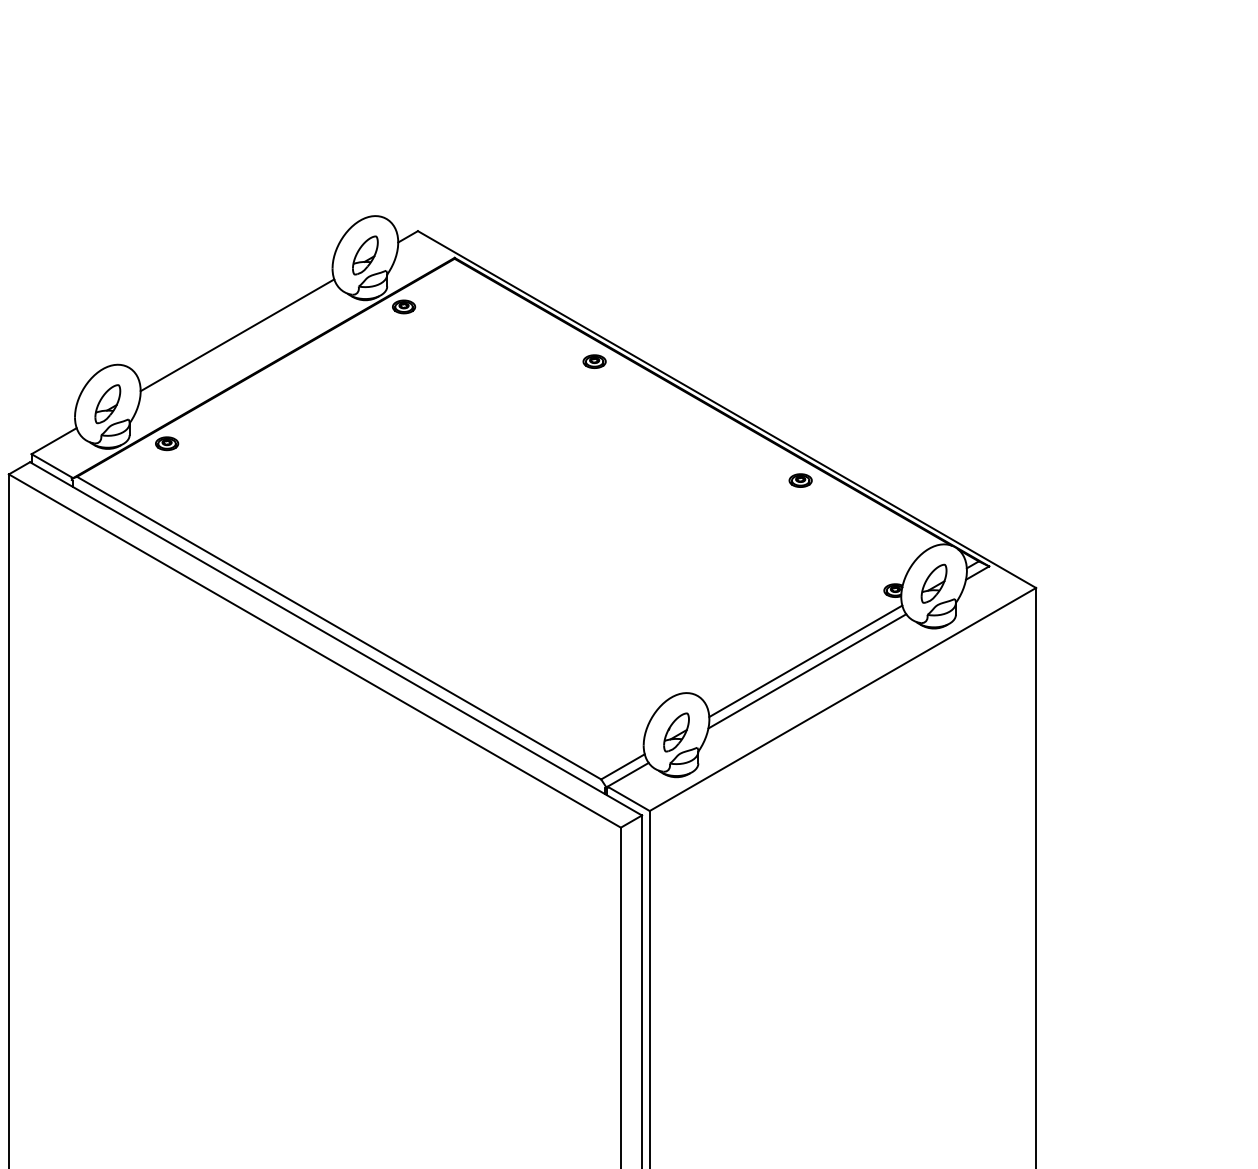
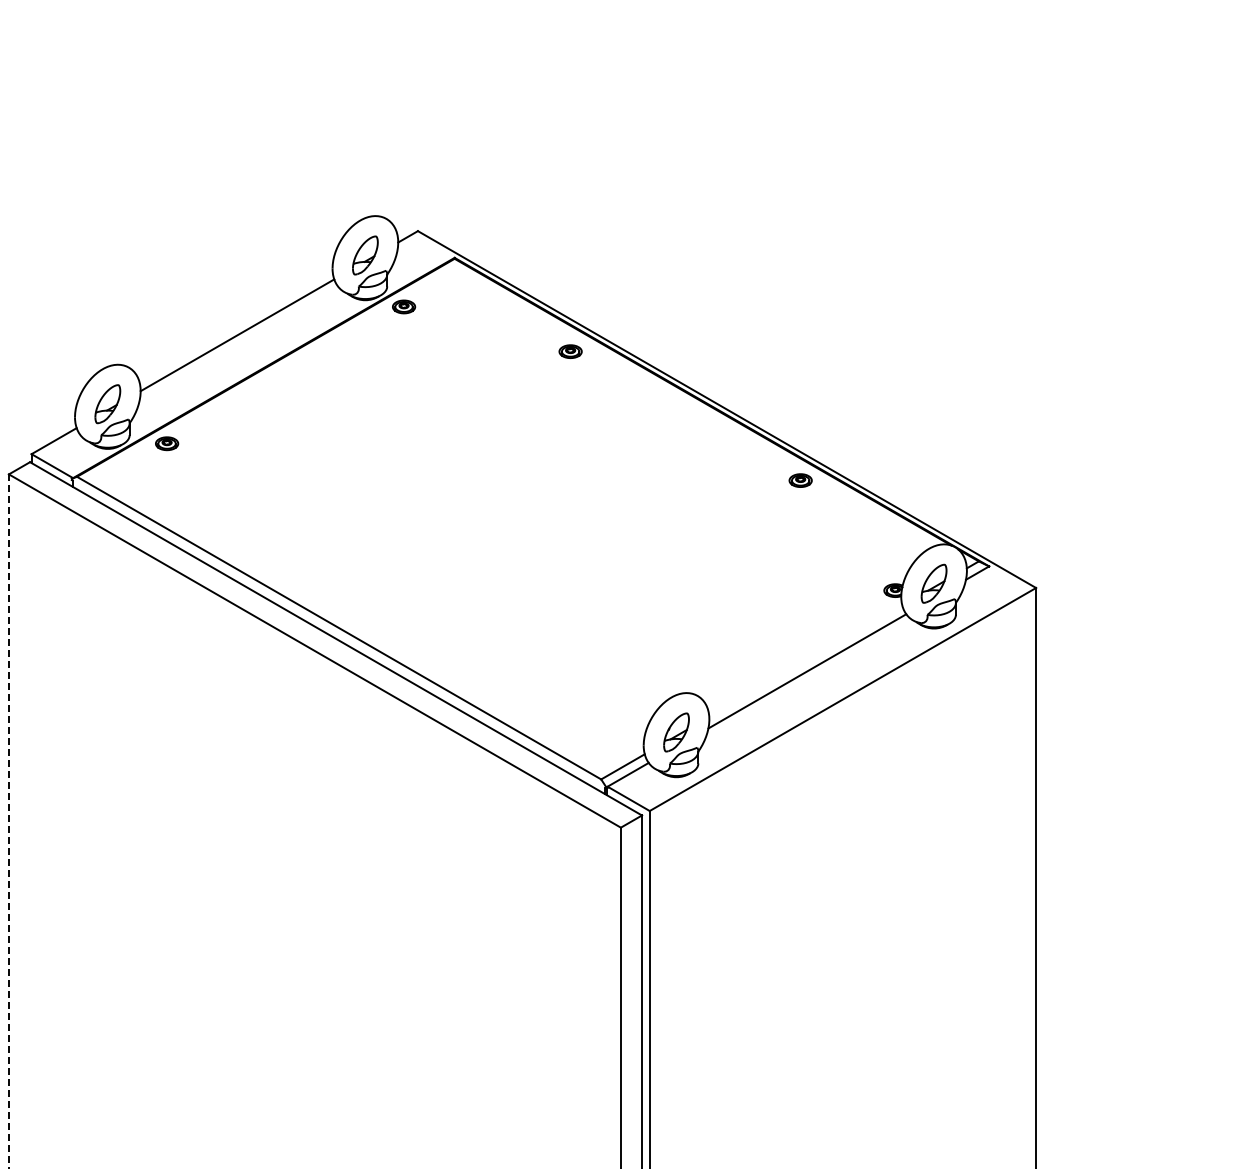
part at (594, 361) position: (594, 361) -> (570, 351)
line at (805, 661): present -> none
line at (8, 821): solid -> dashed
